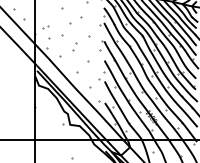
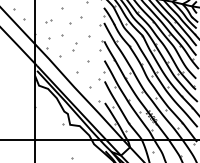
part at (45, 27) position: (45, 27) -> (48, 21)
